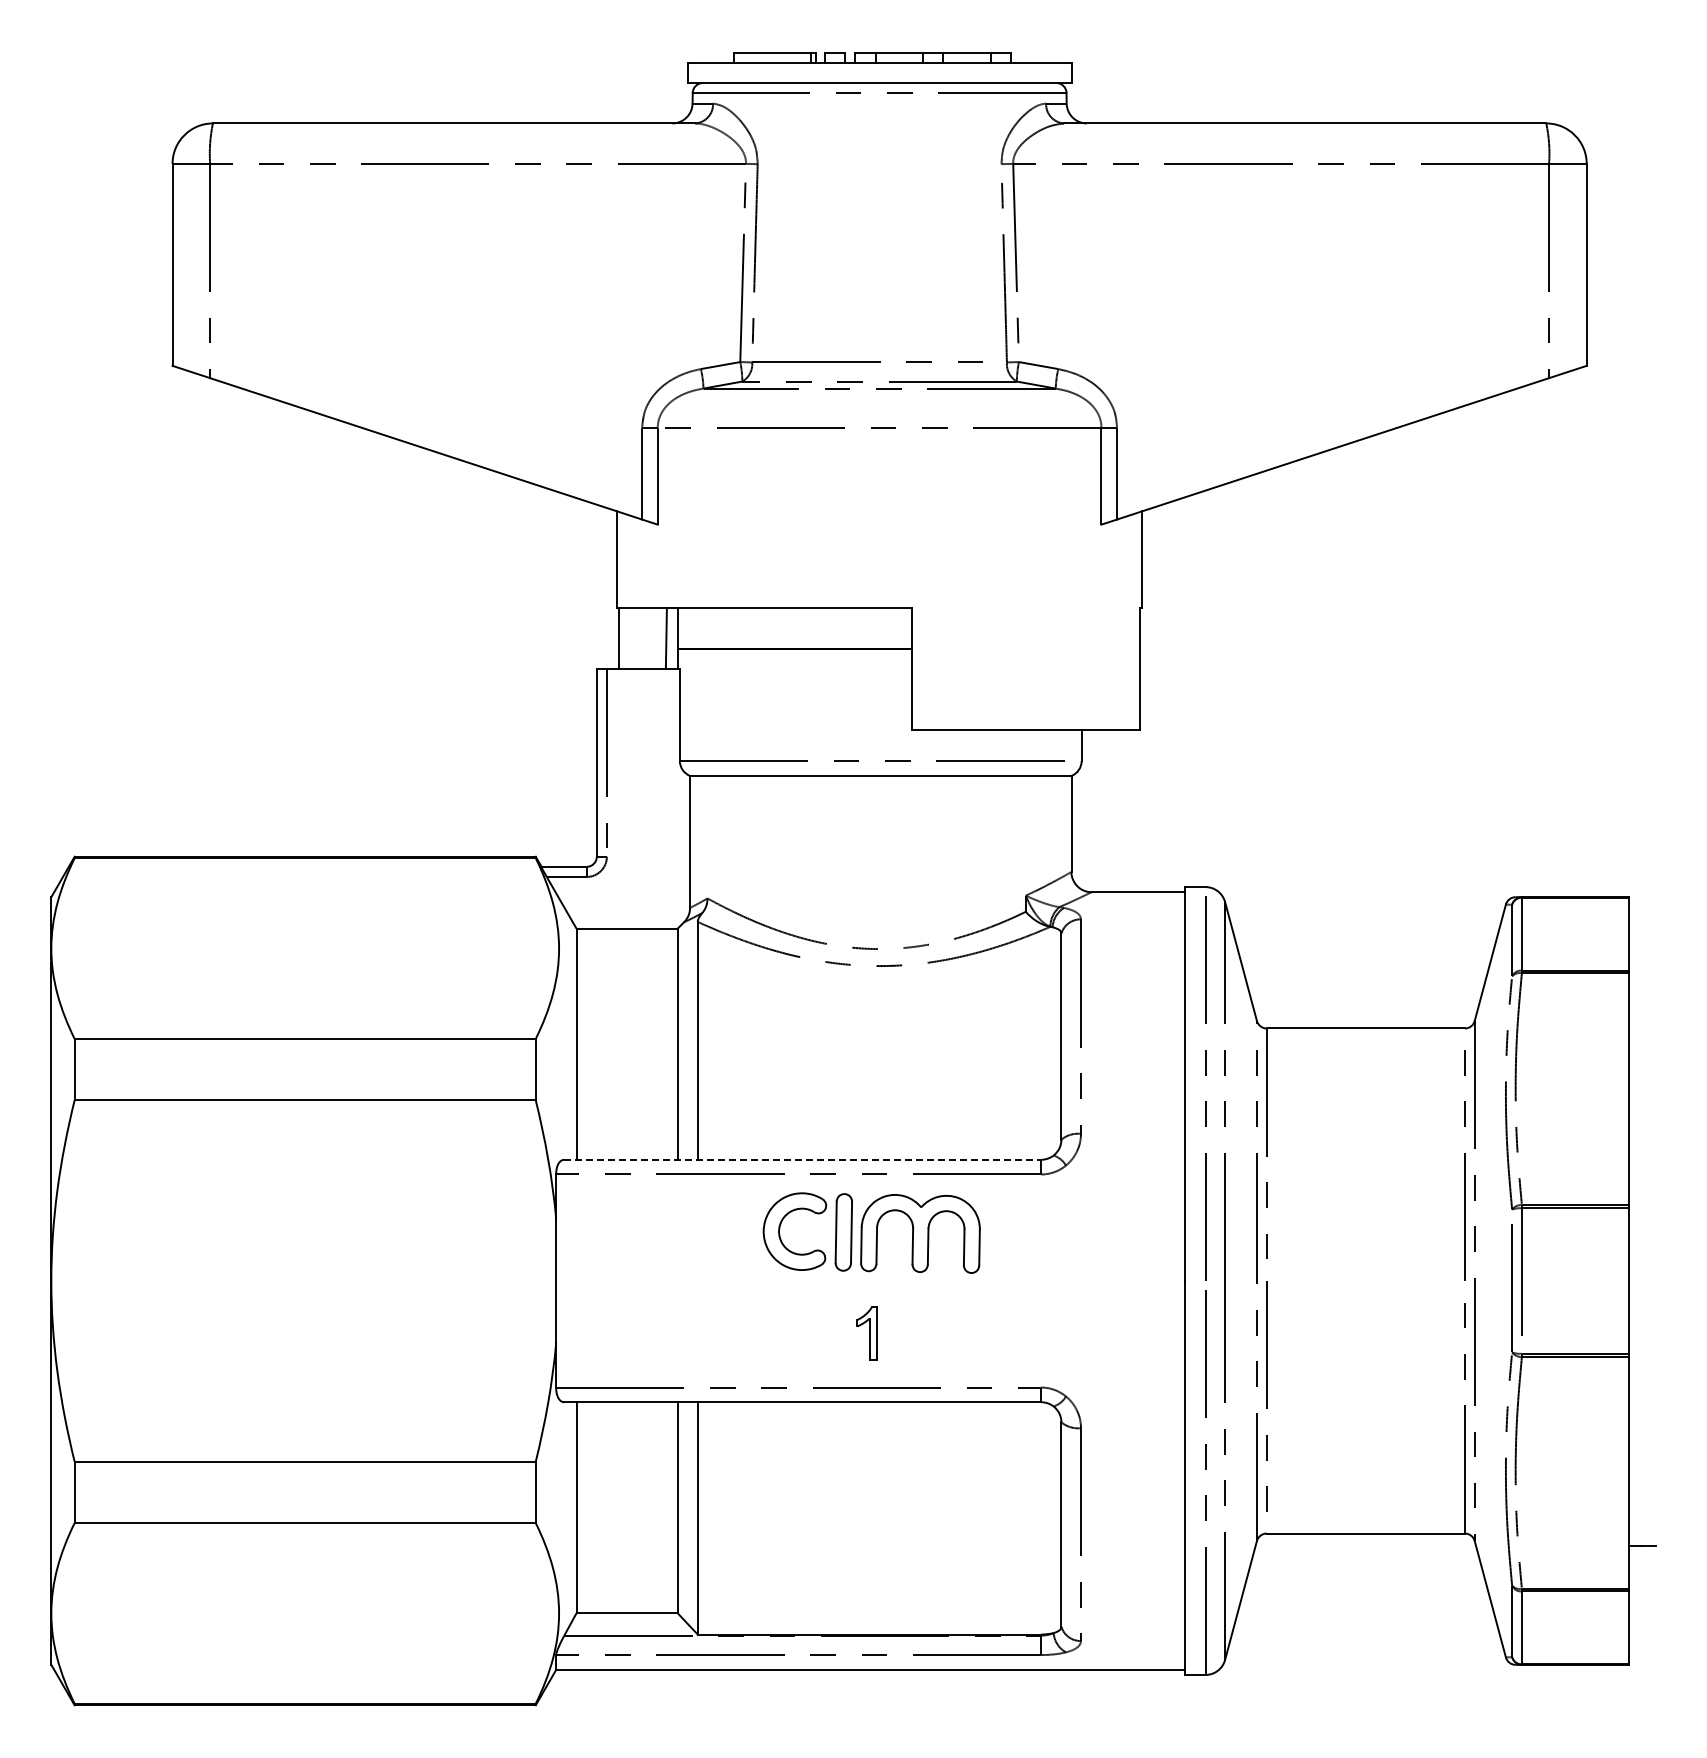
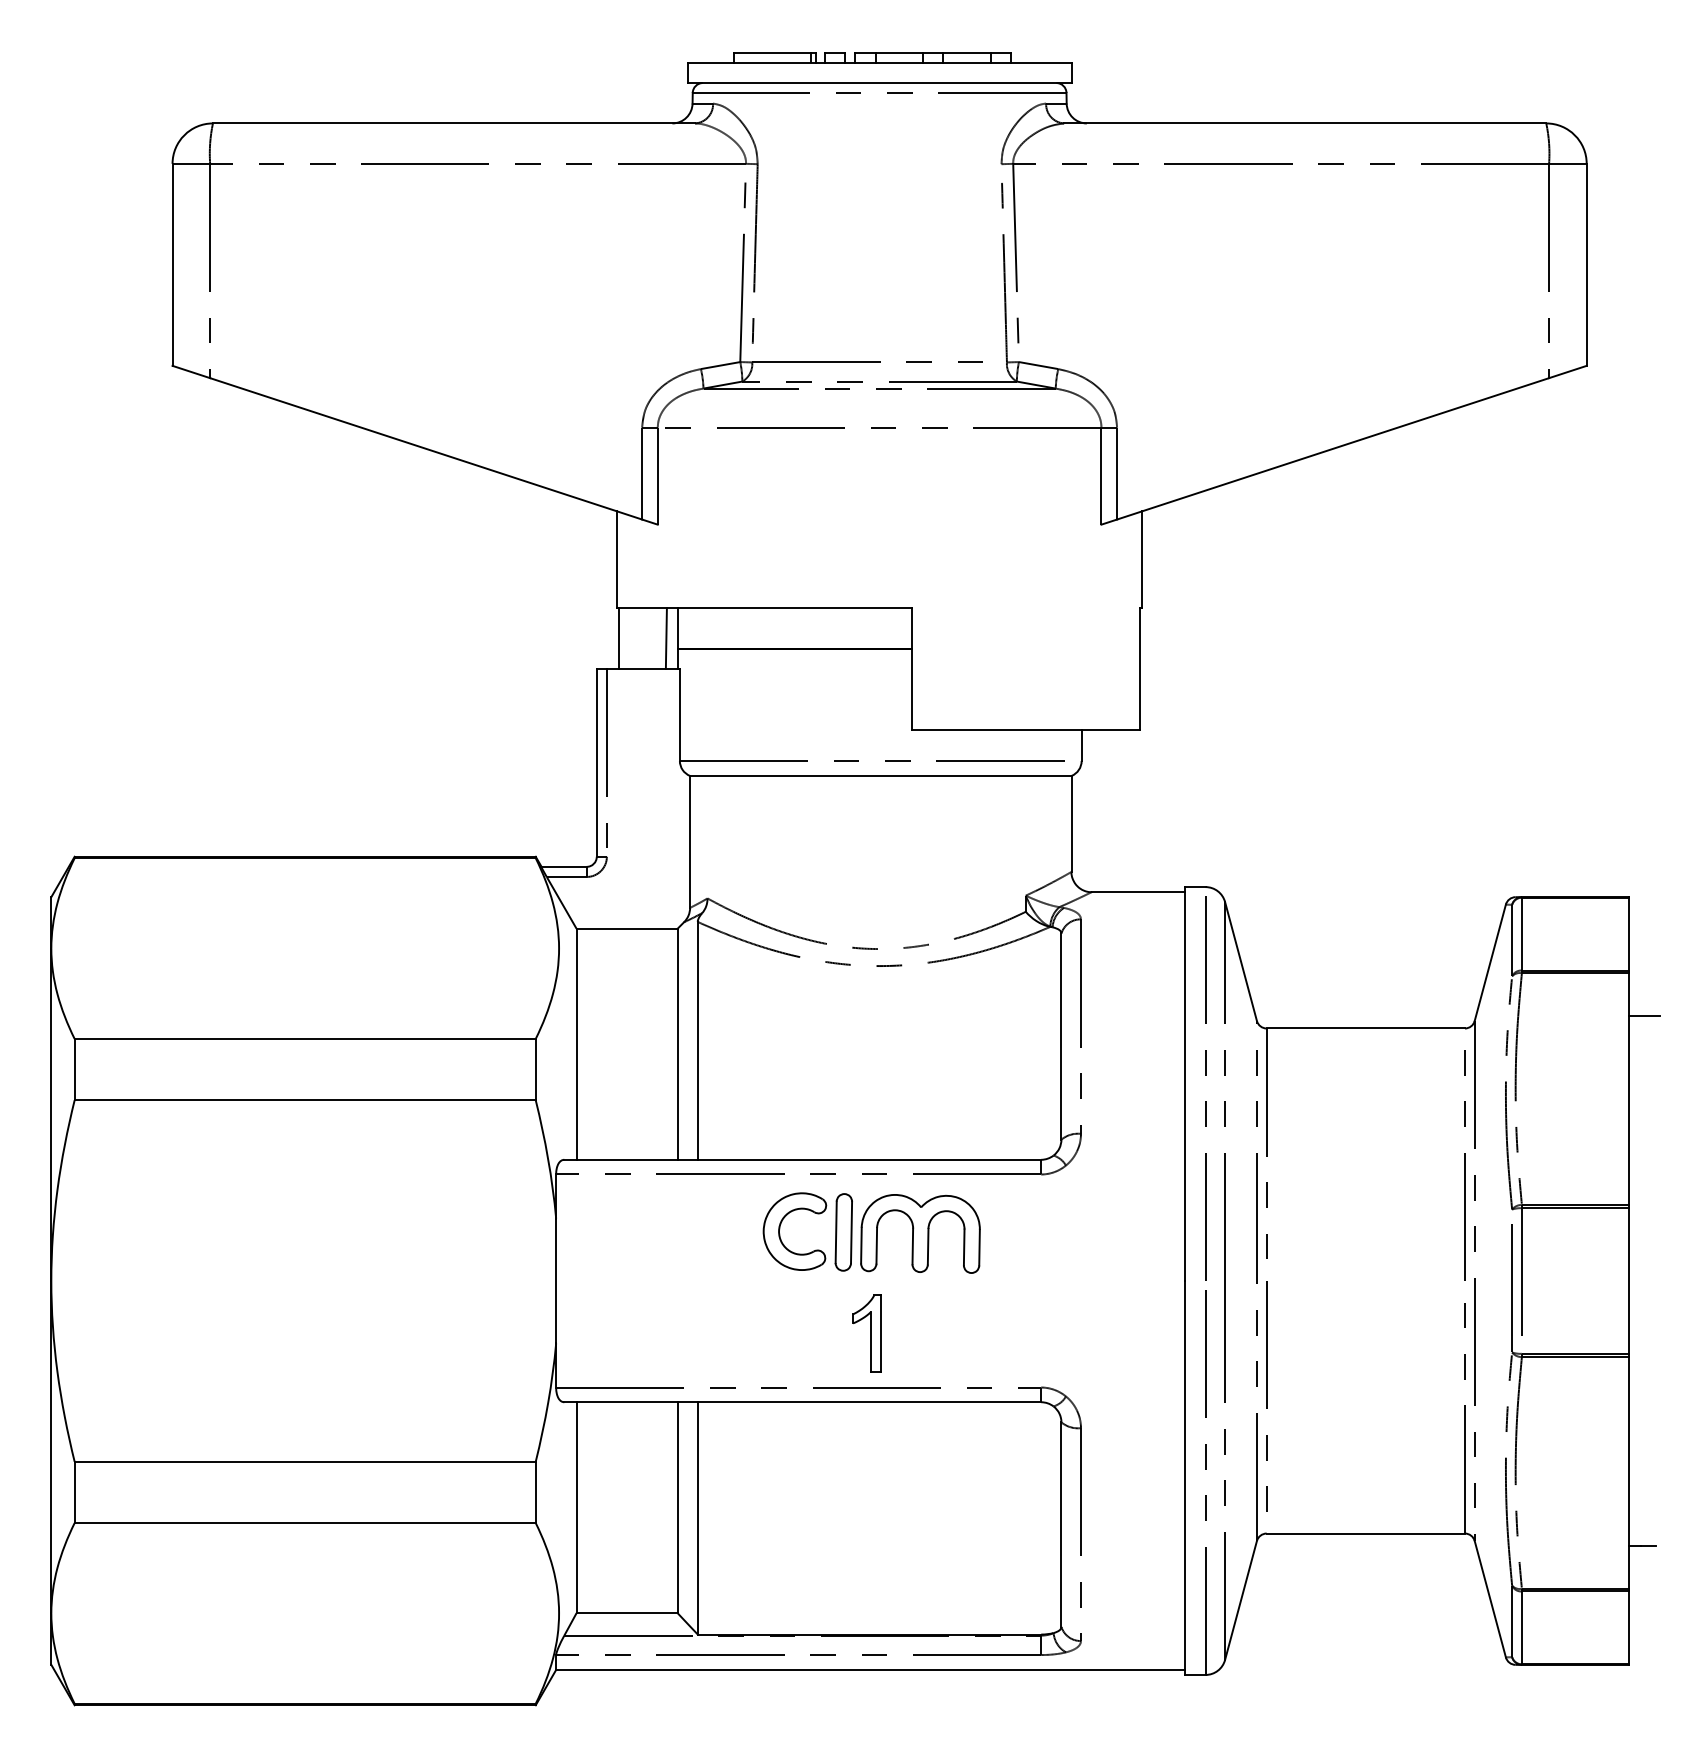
line at (1644, 1015): none -> present
line at (803, 1159): dashed -> solid
part at (866, 1333) size: 22x55 px -> 30x79 px
